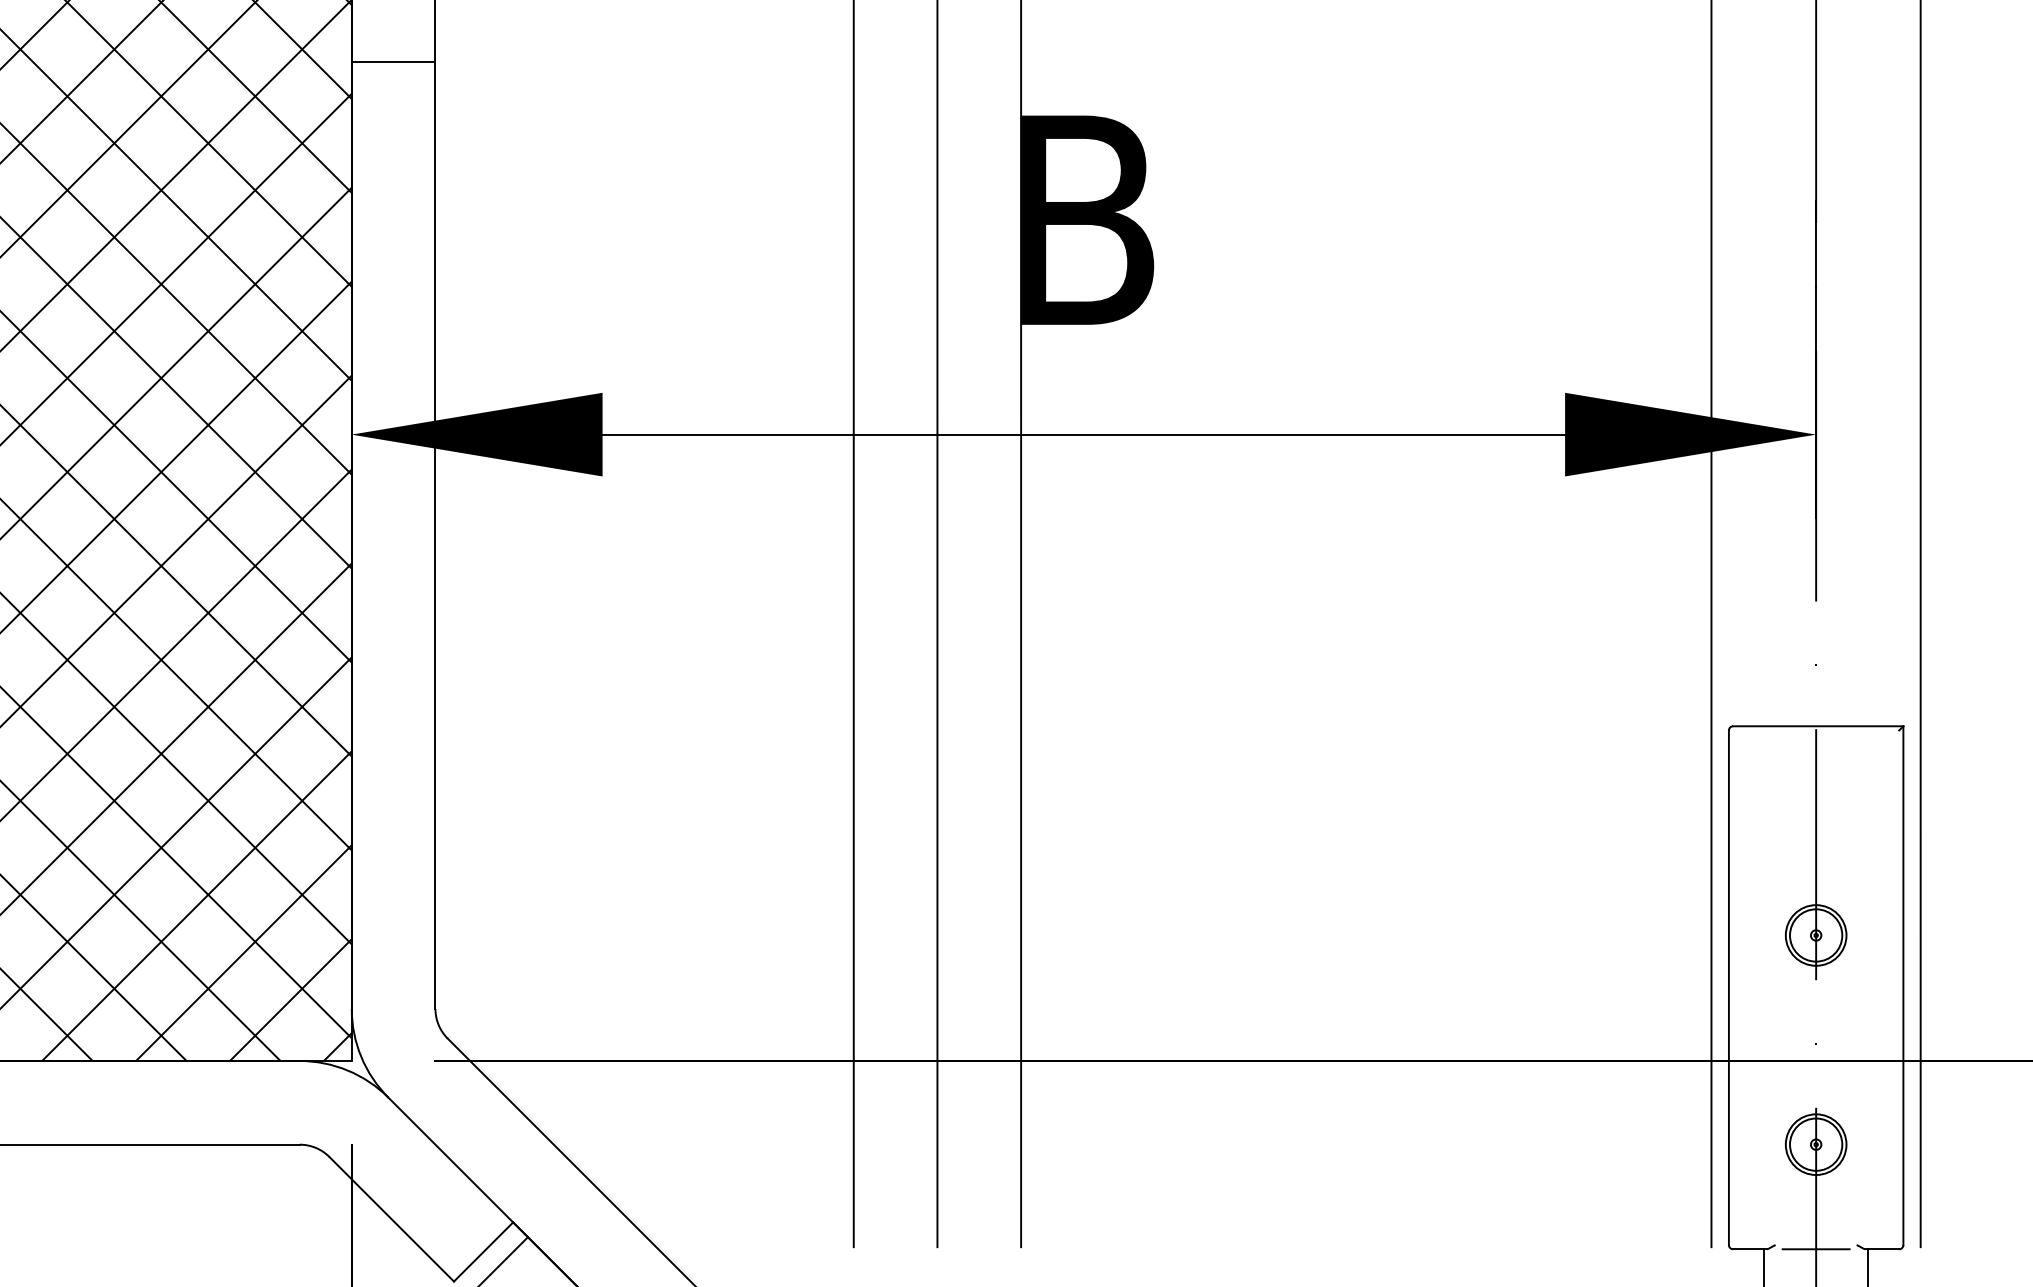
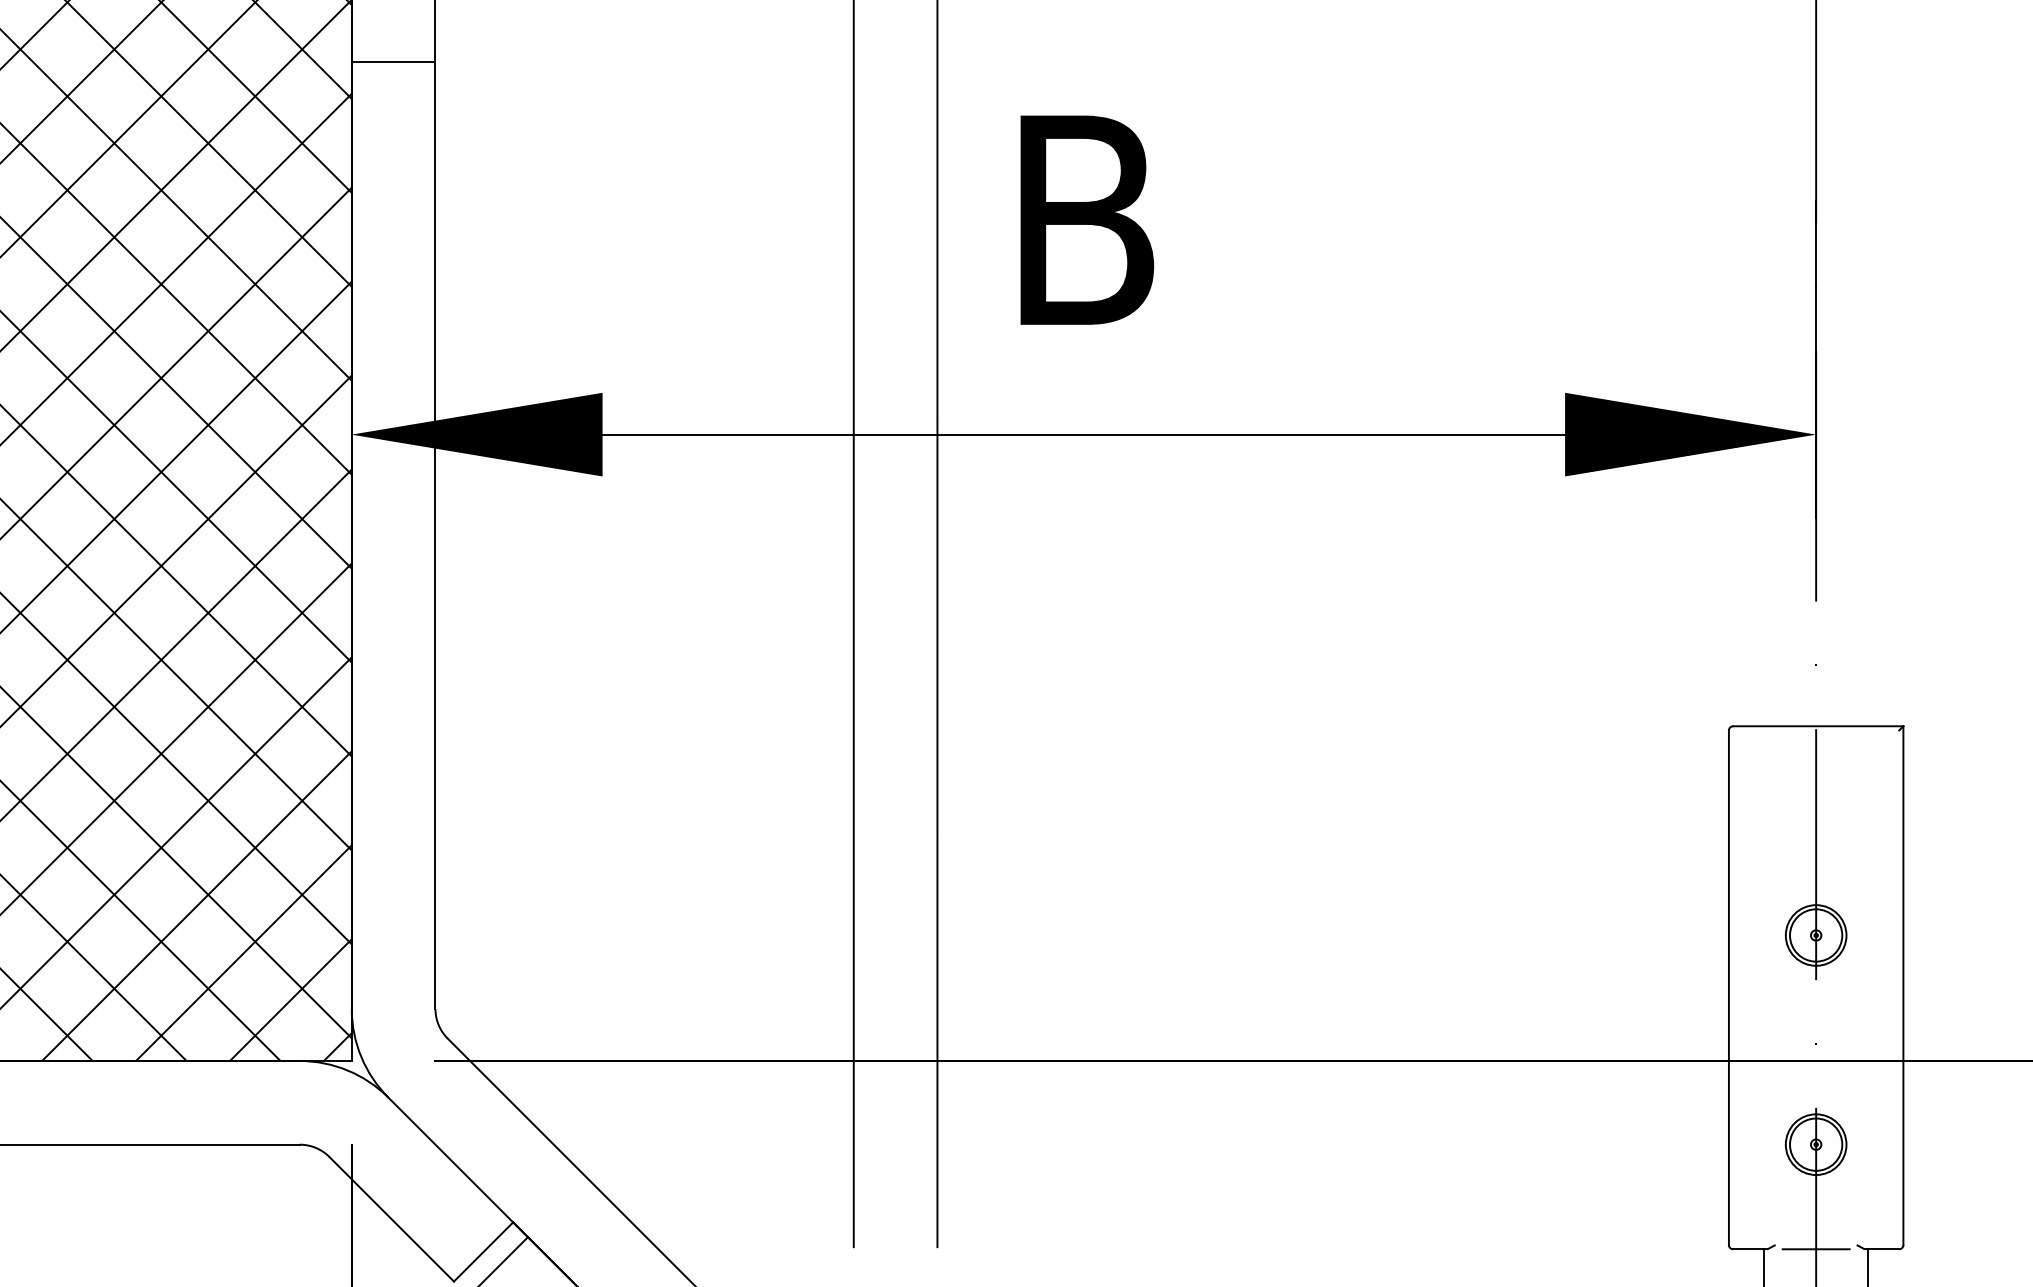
line at (1021, 624): present -> none
line at (1711, 624): present -> none
line at (1920, 624): present -> none
